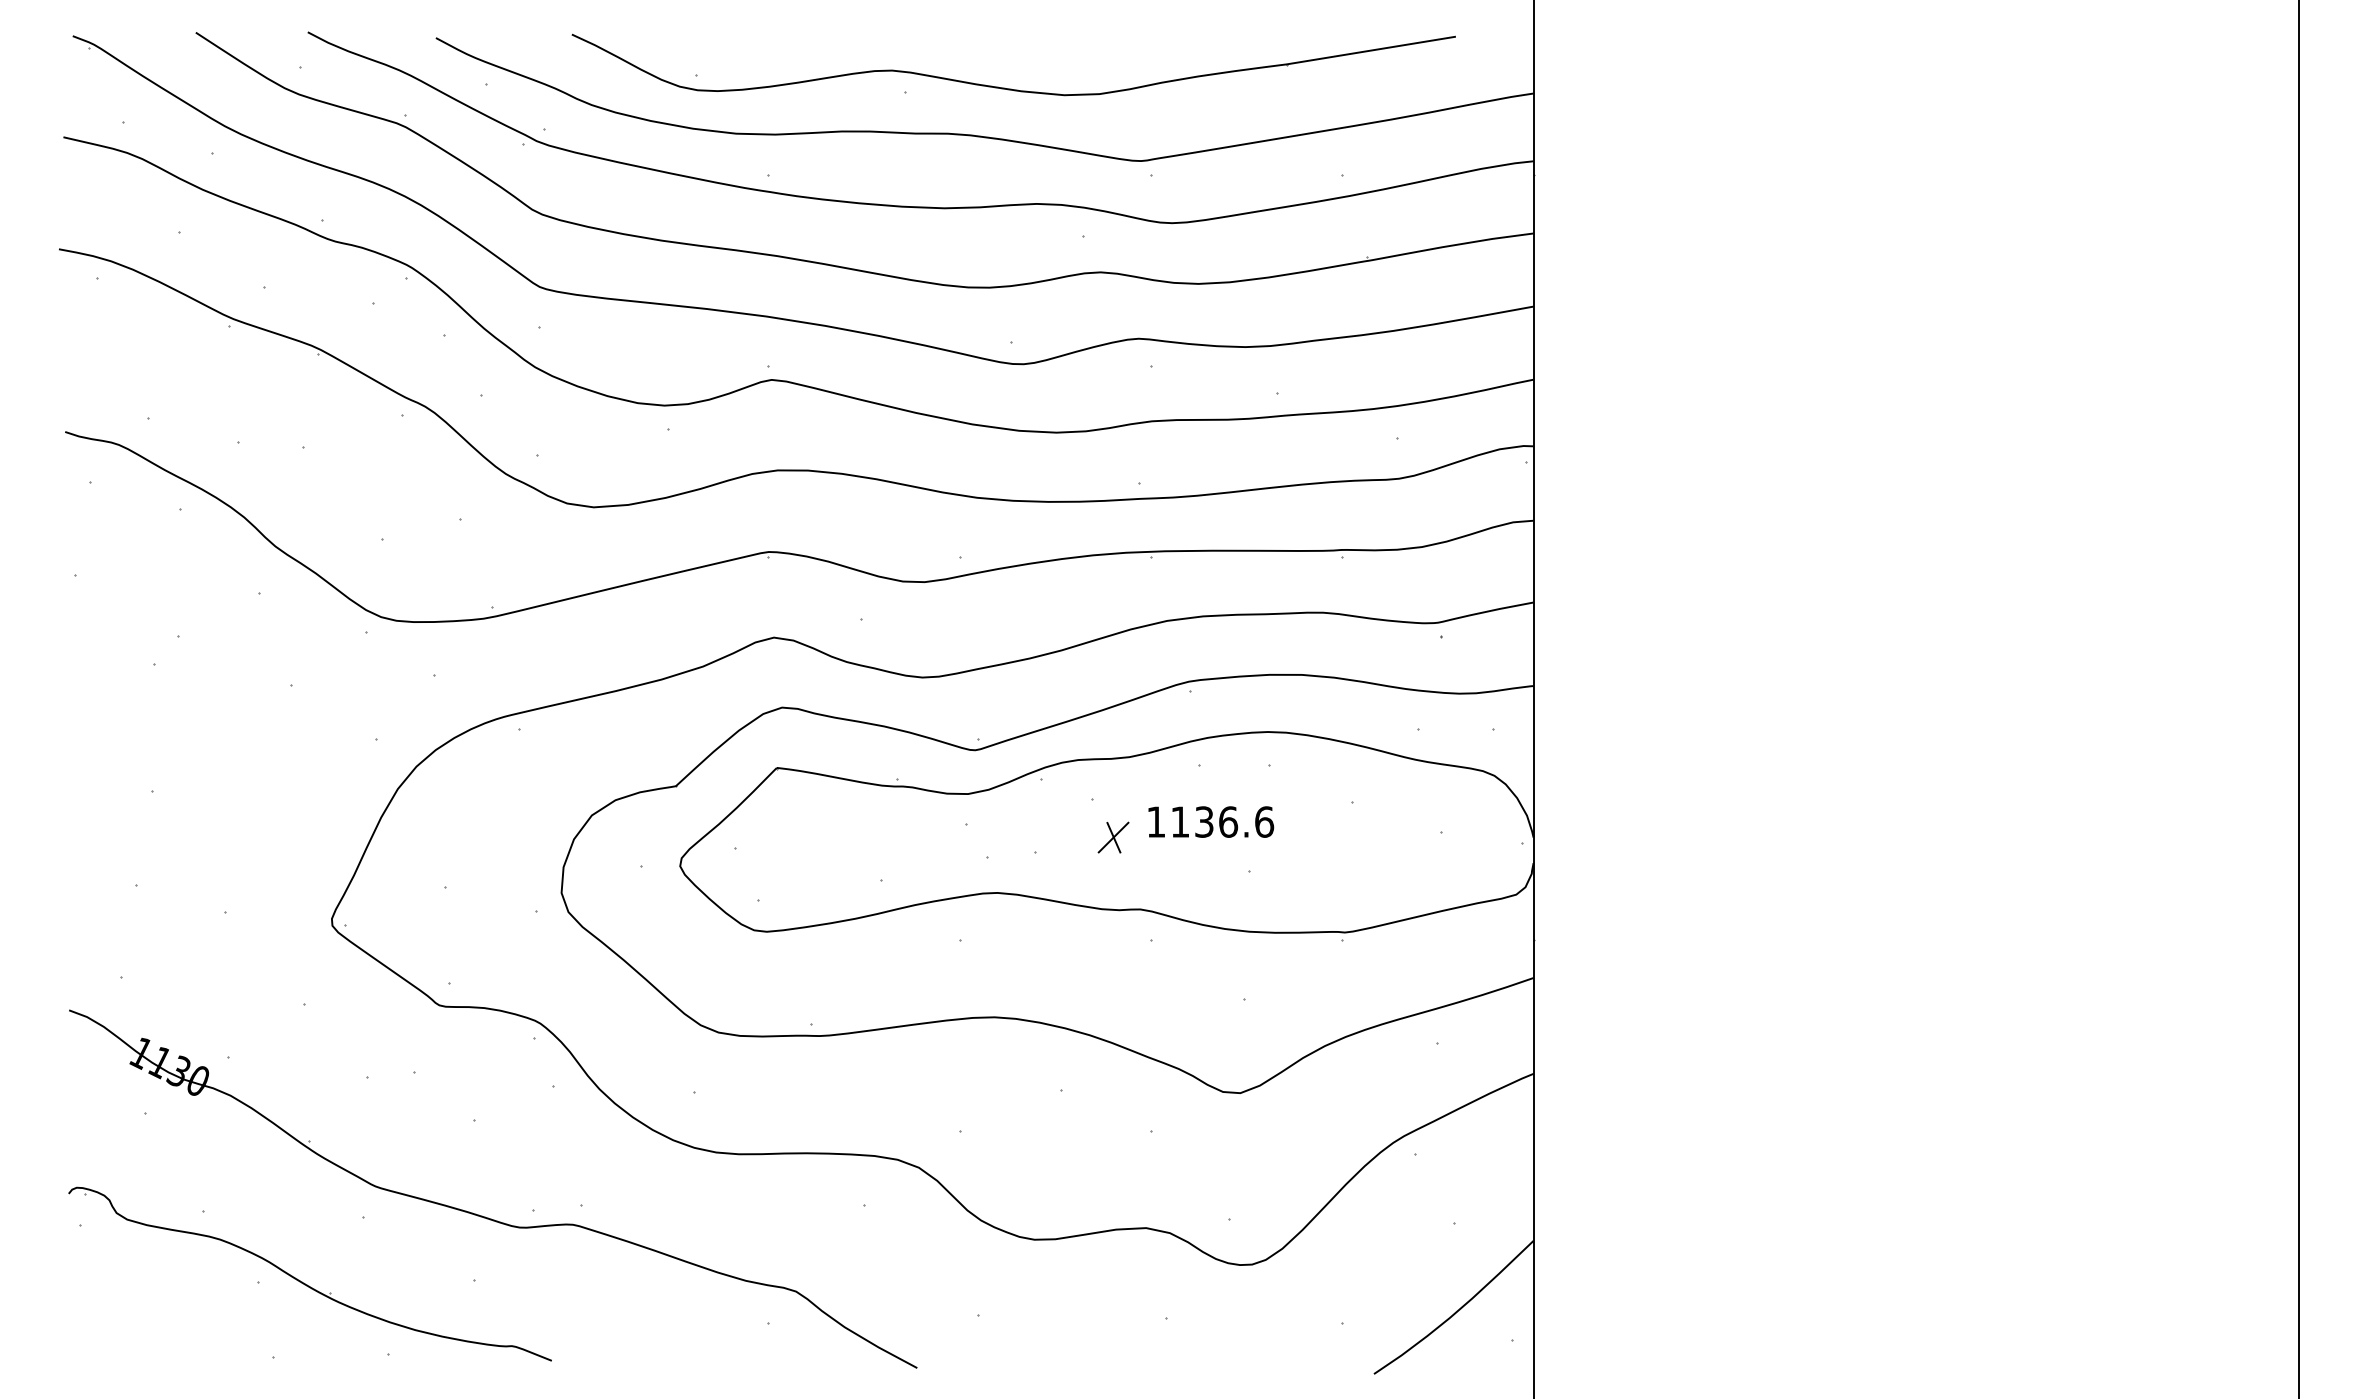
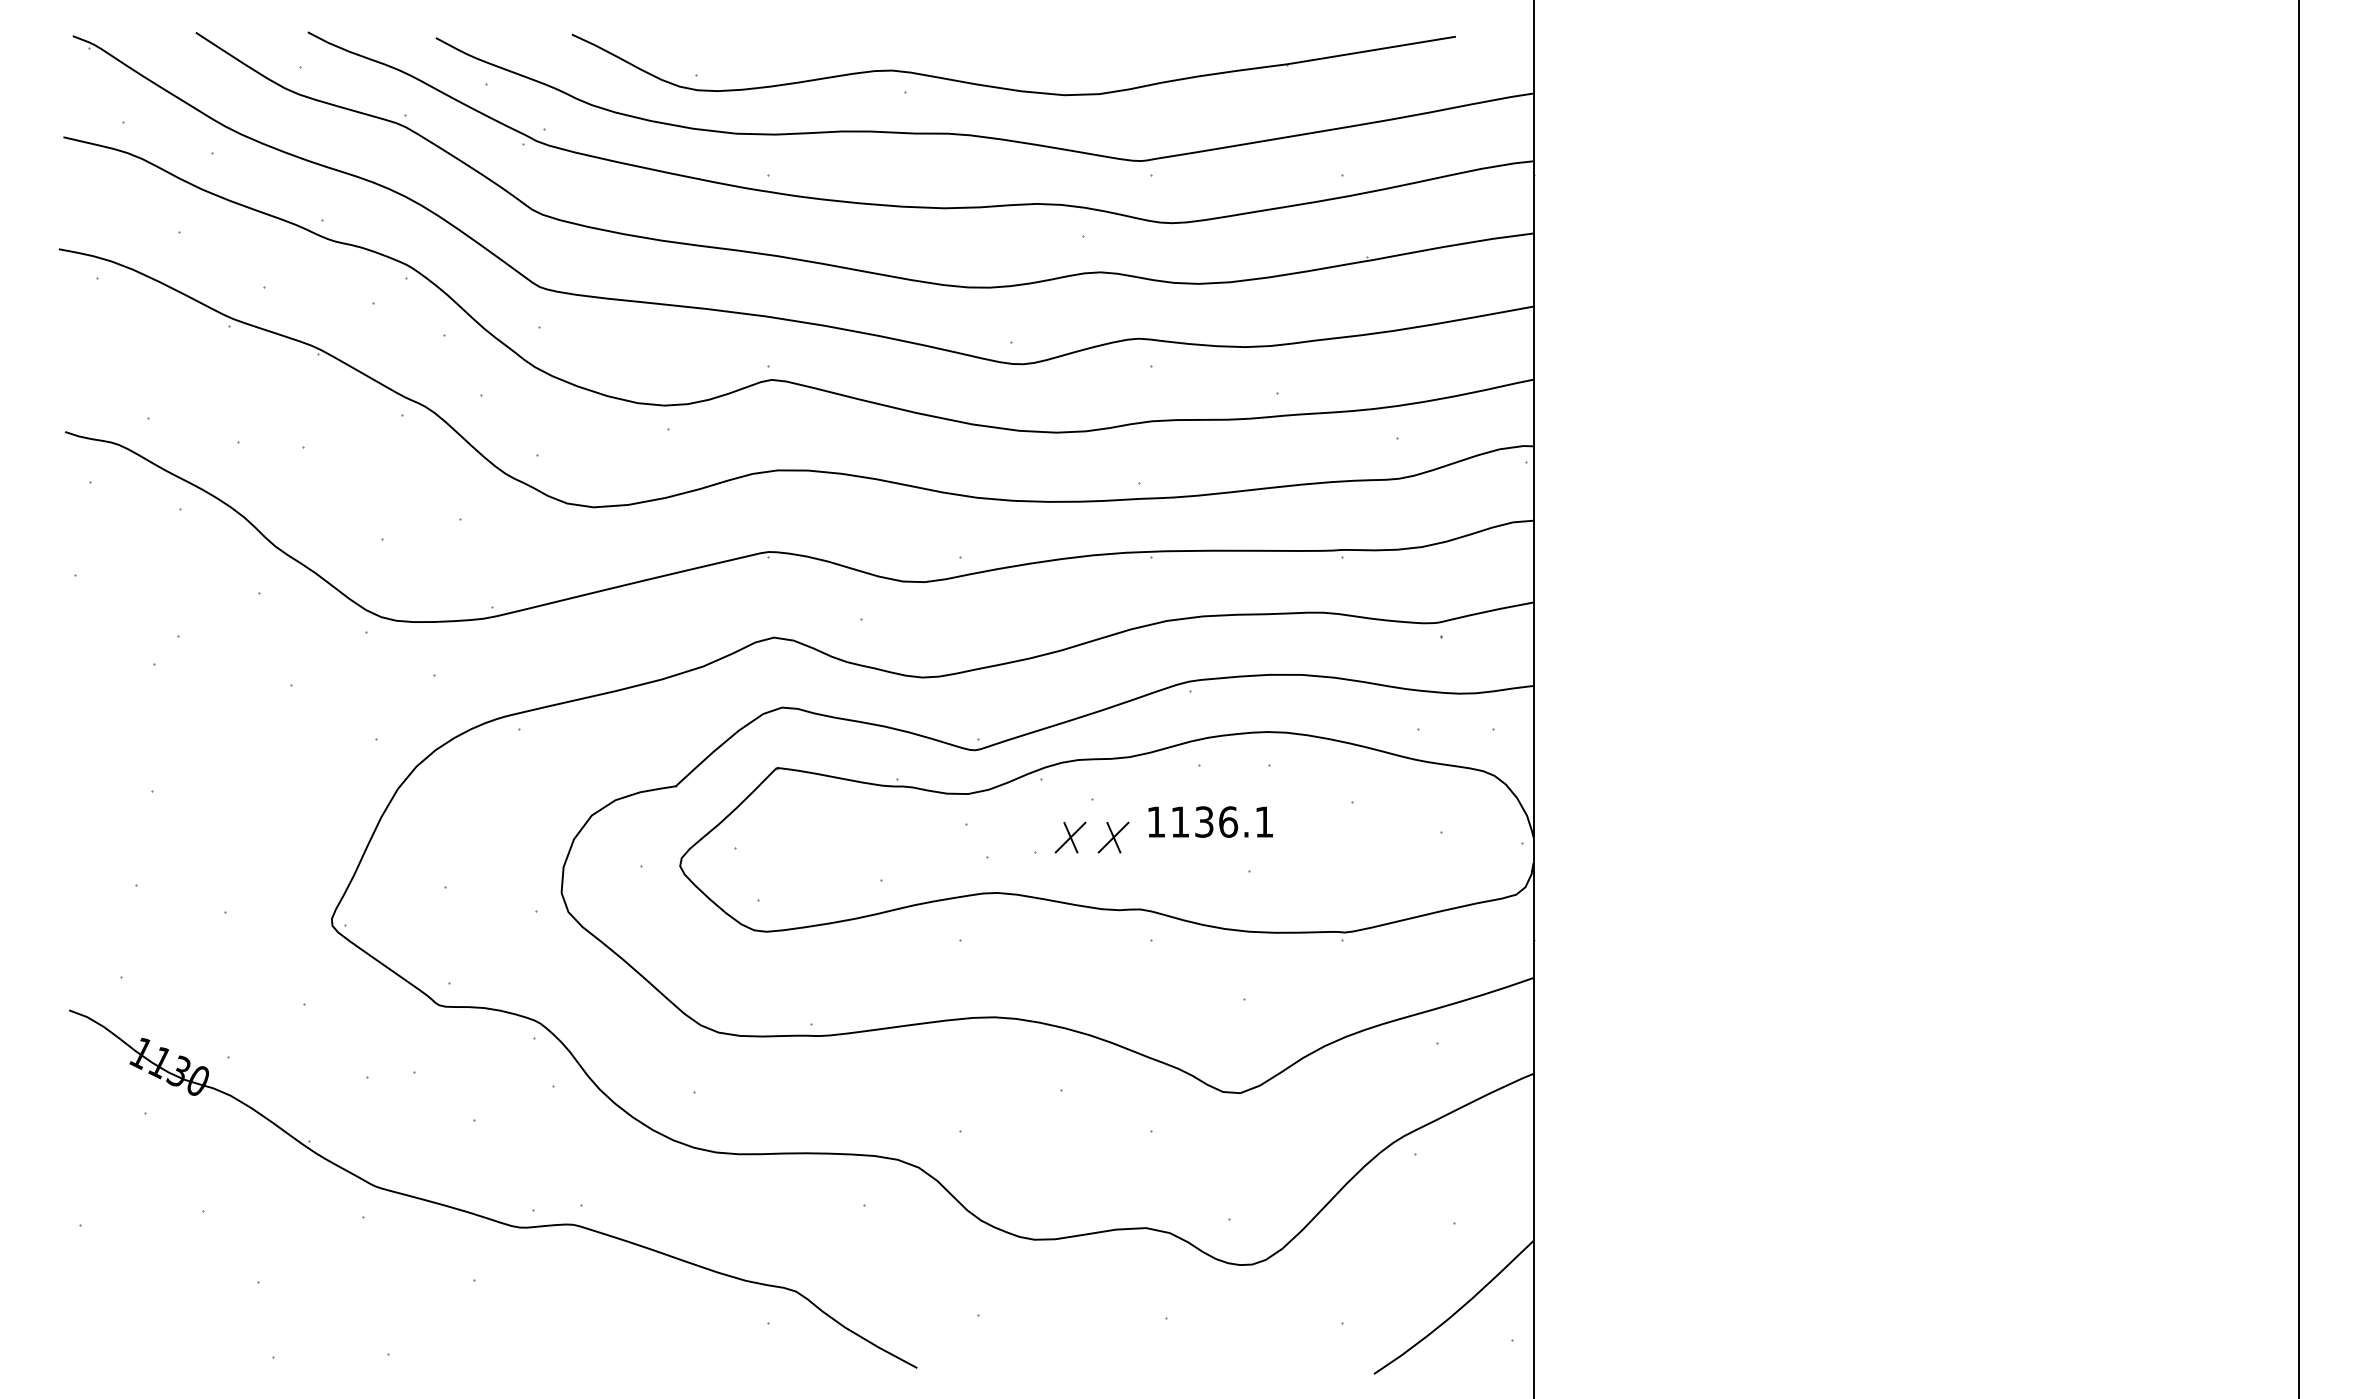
text at (1264, 821): 1136.6 -> 1136.1
part at (1070, 837): none -> present
part at (302, 1281): present -> none
